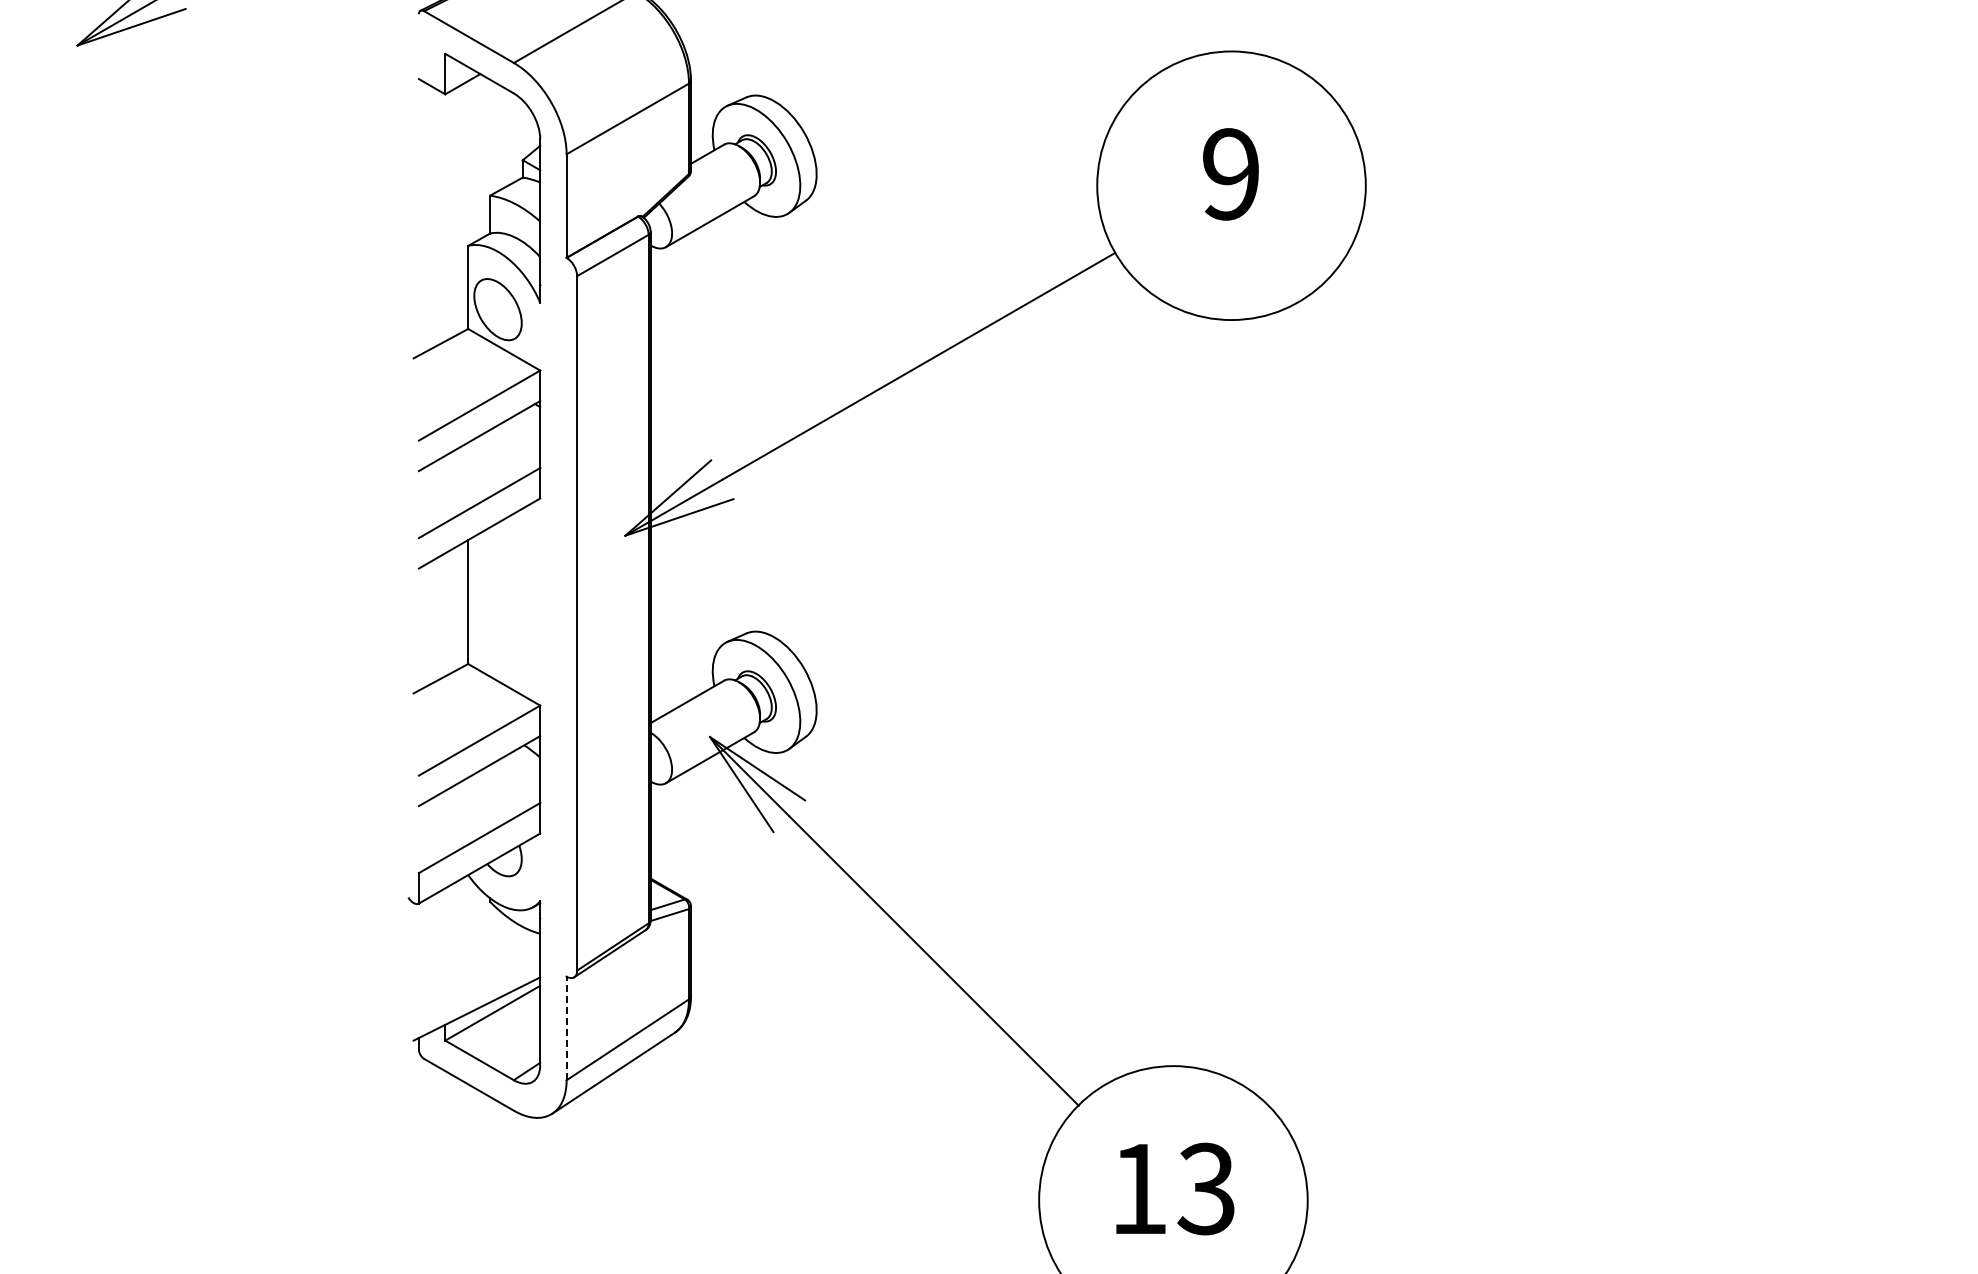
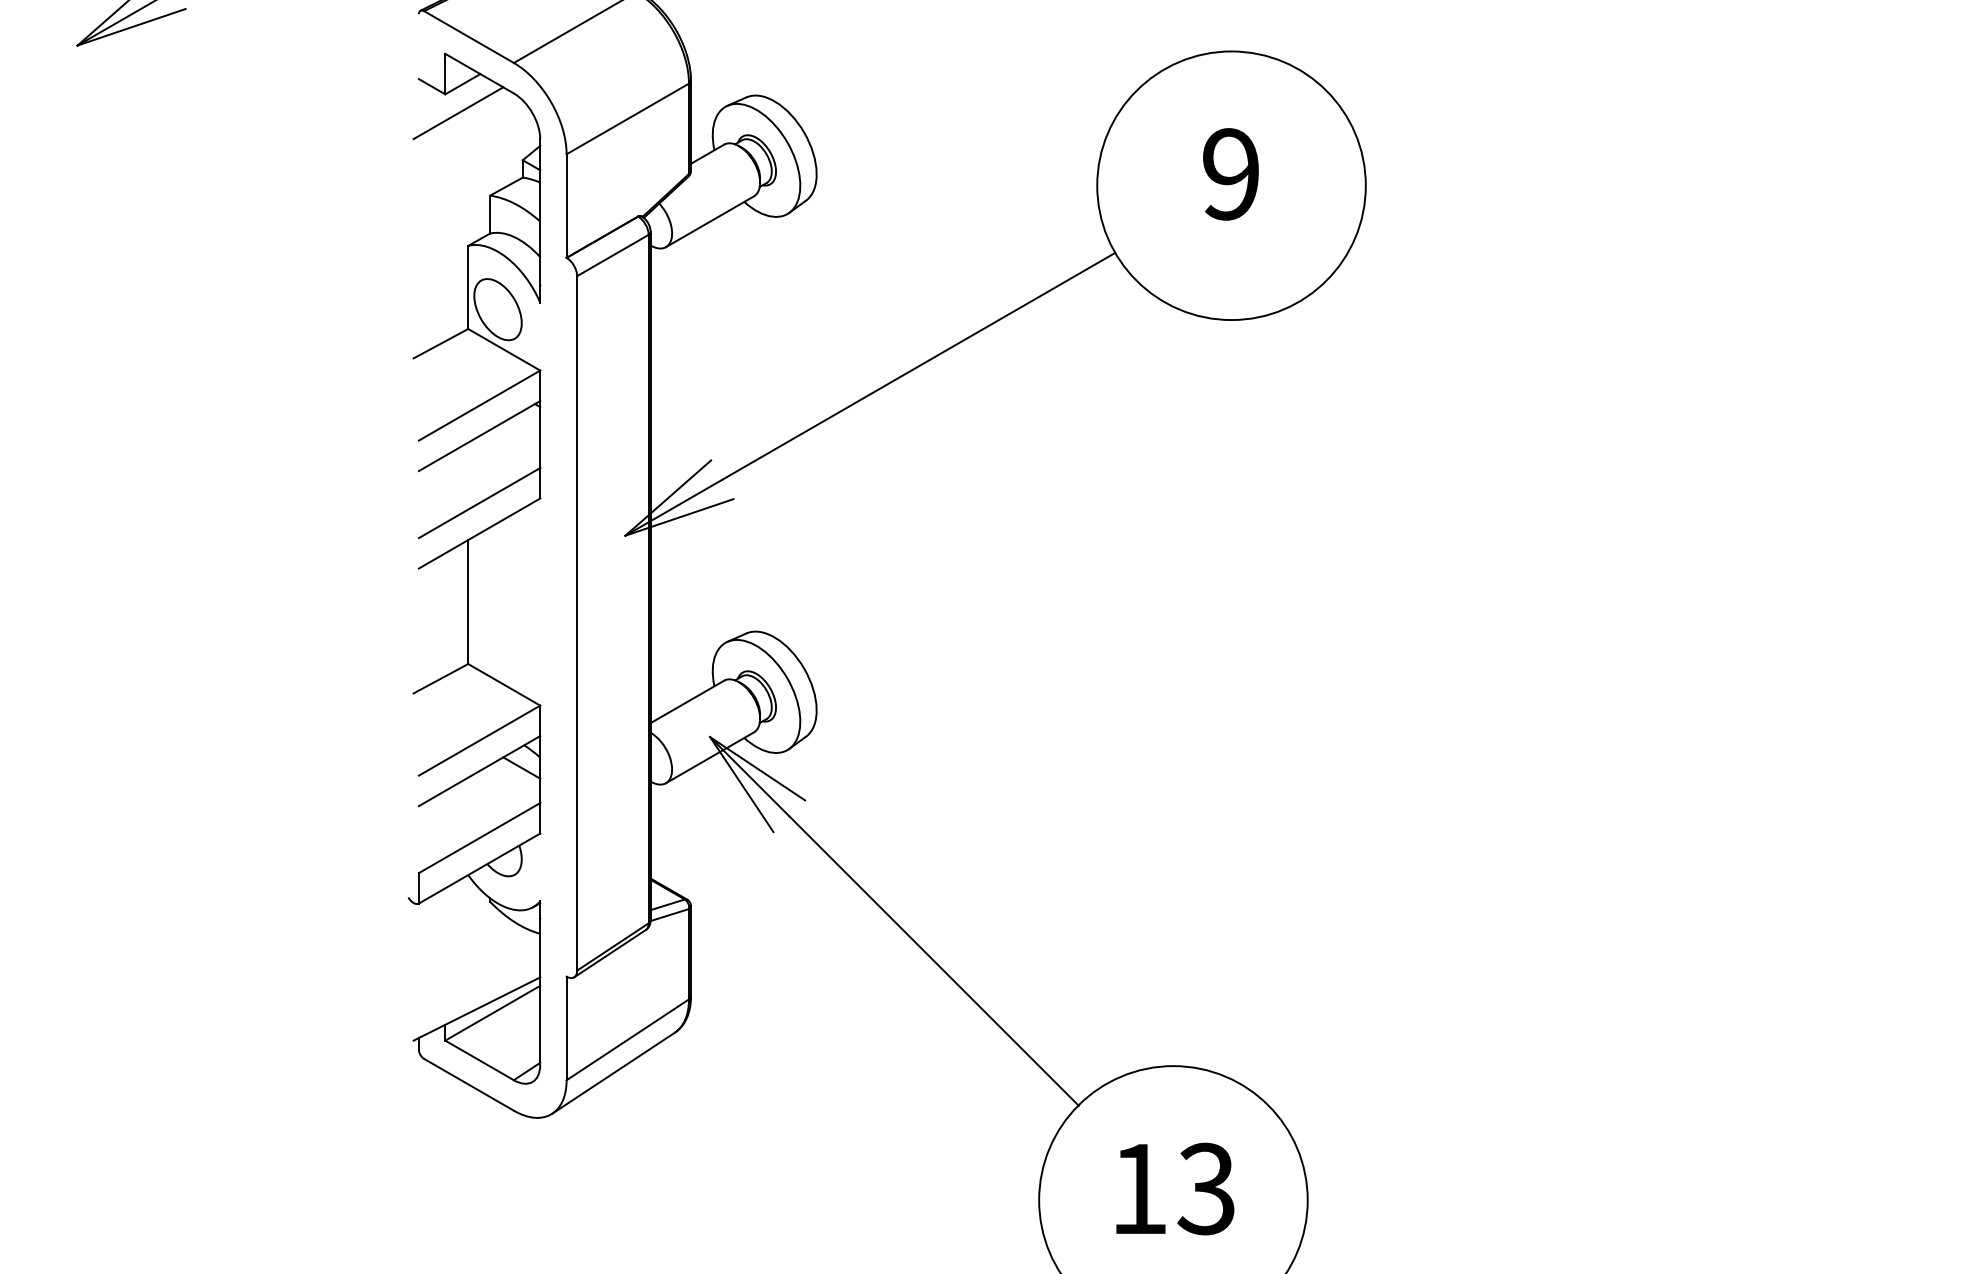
line at (458, 113): none -> present
line at (521, 767): none -> present
line at (566, 1028): dashed -> solid
